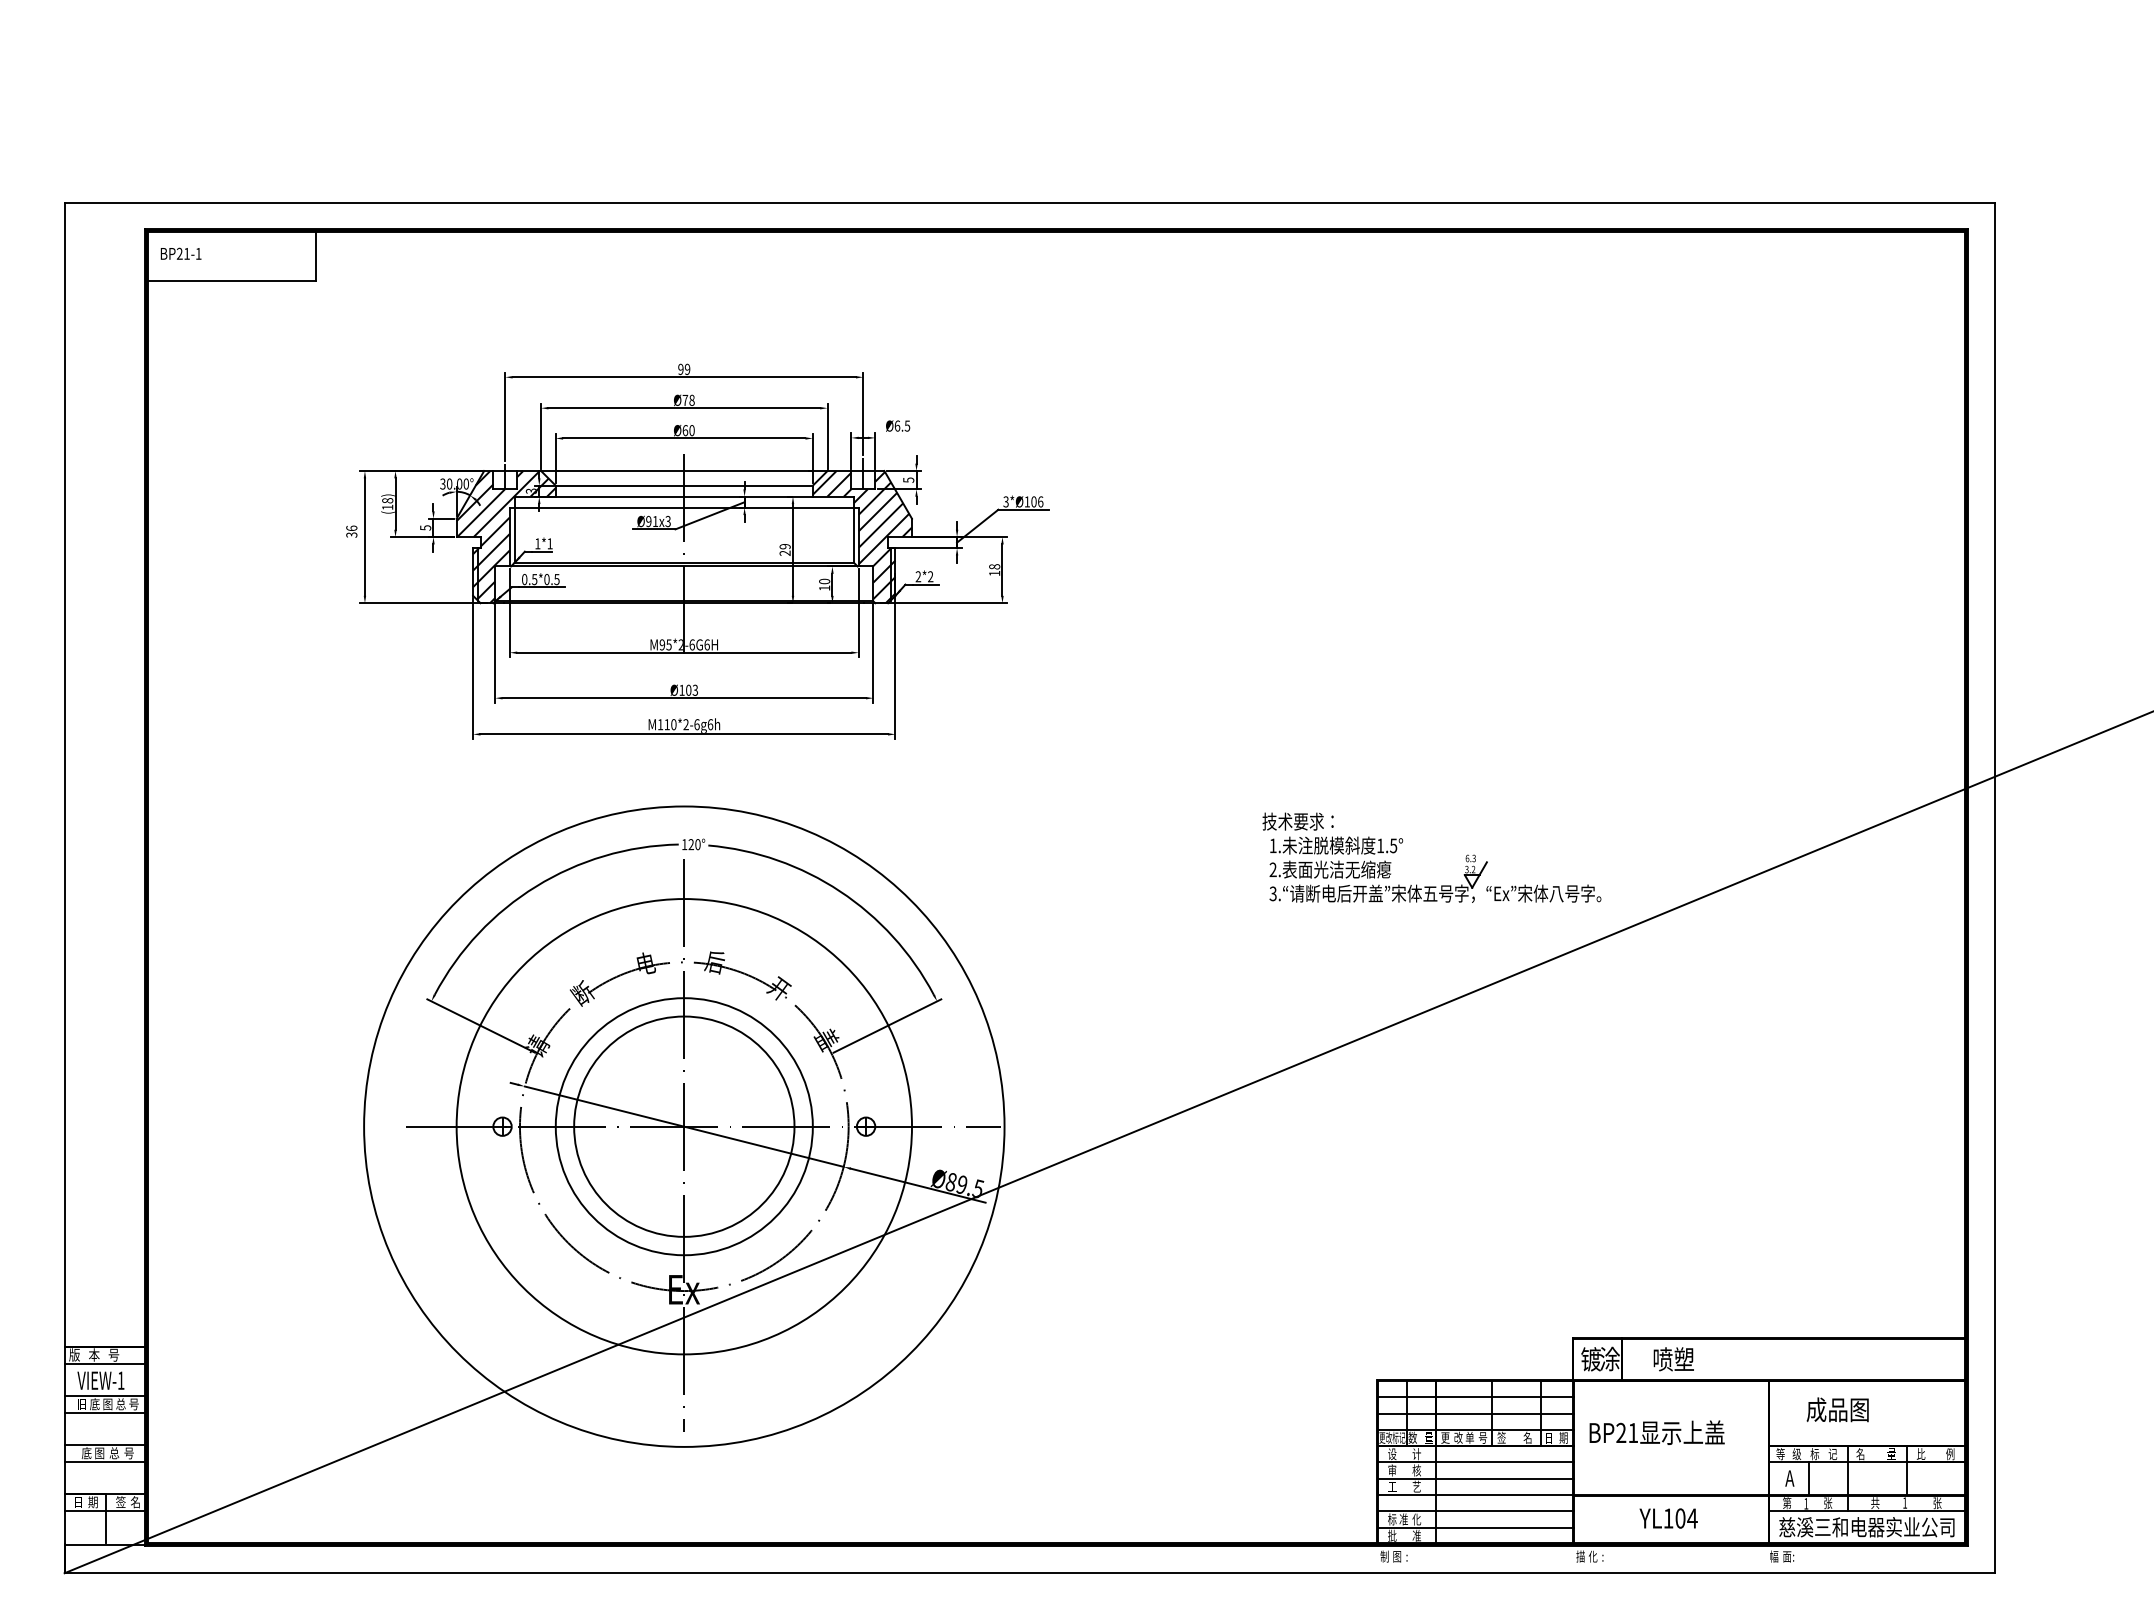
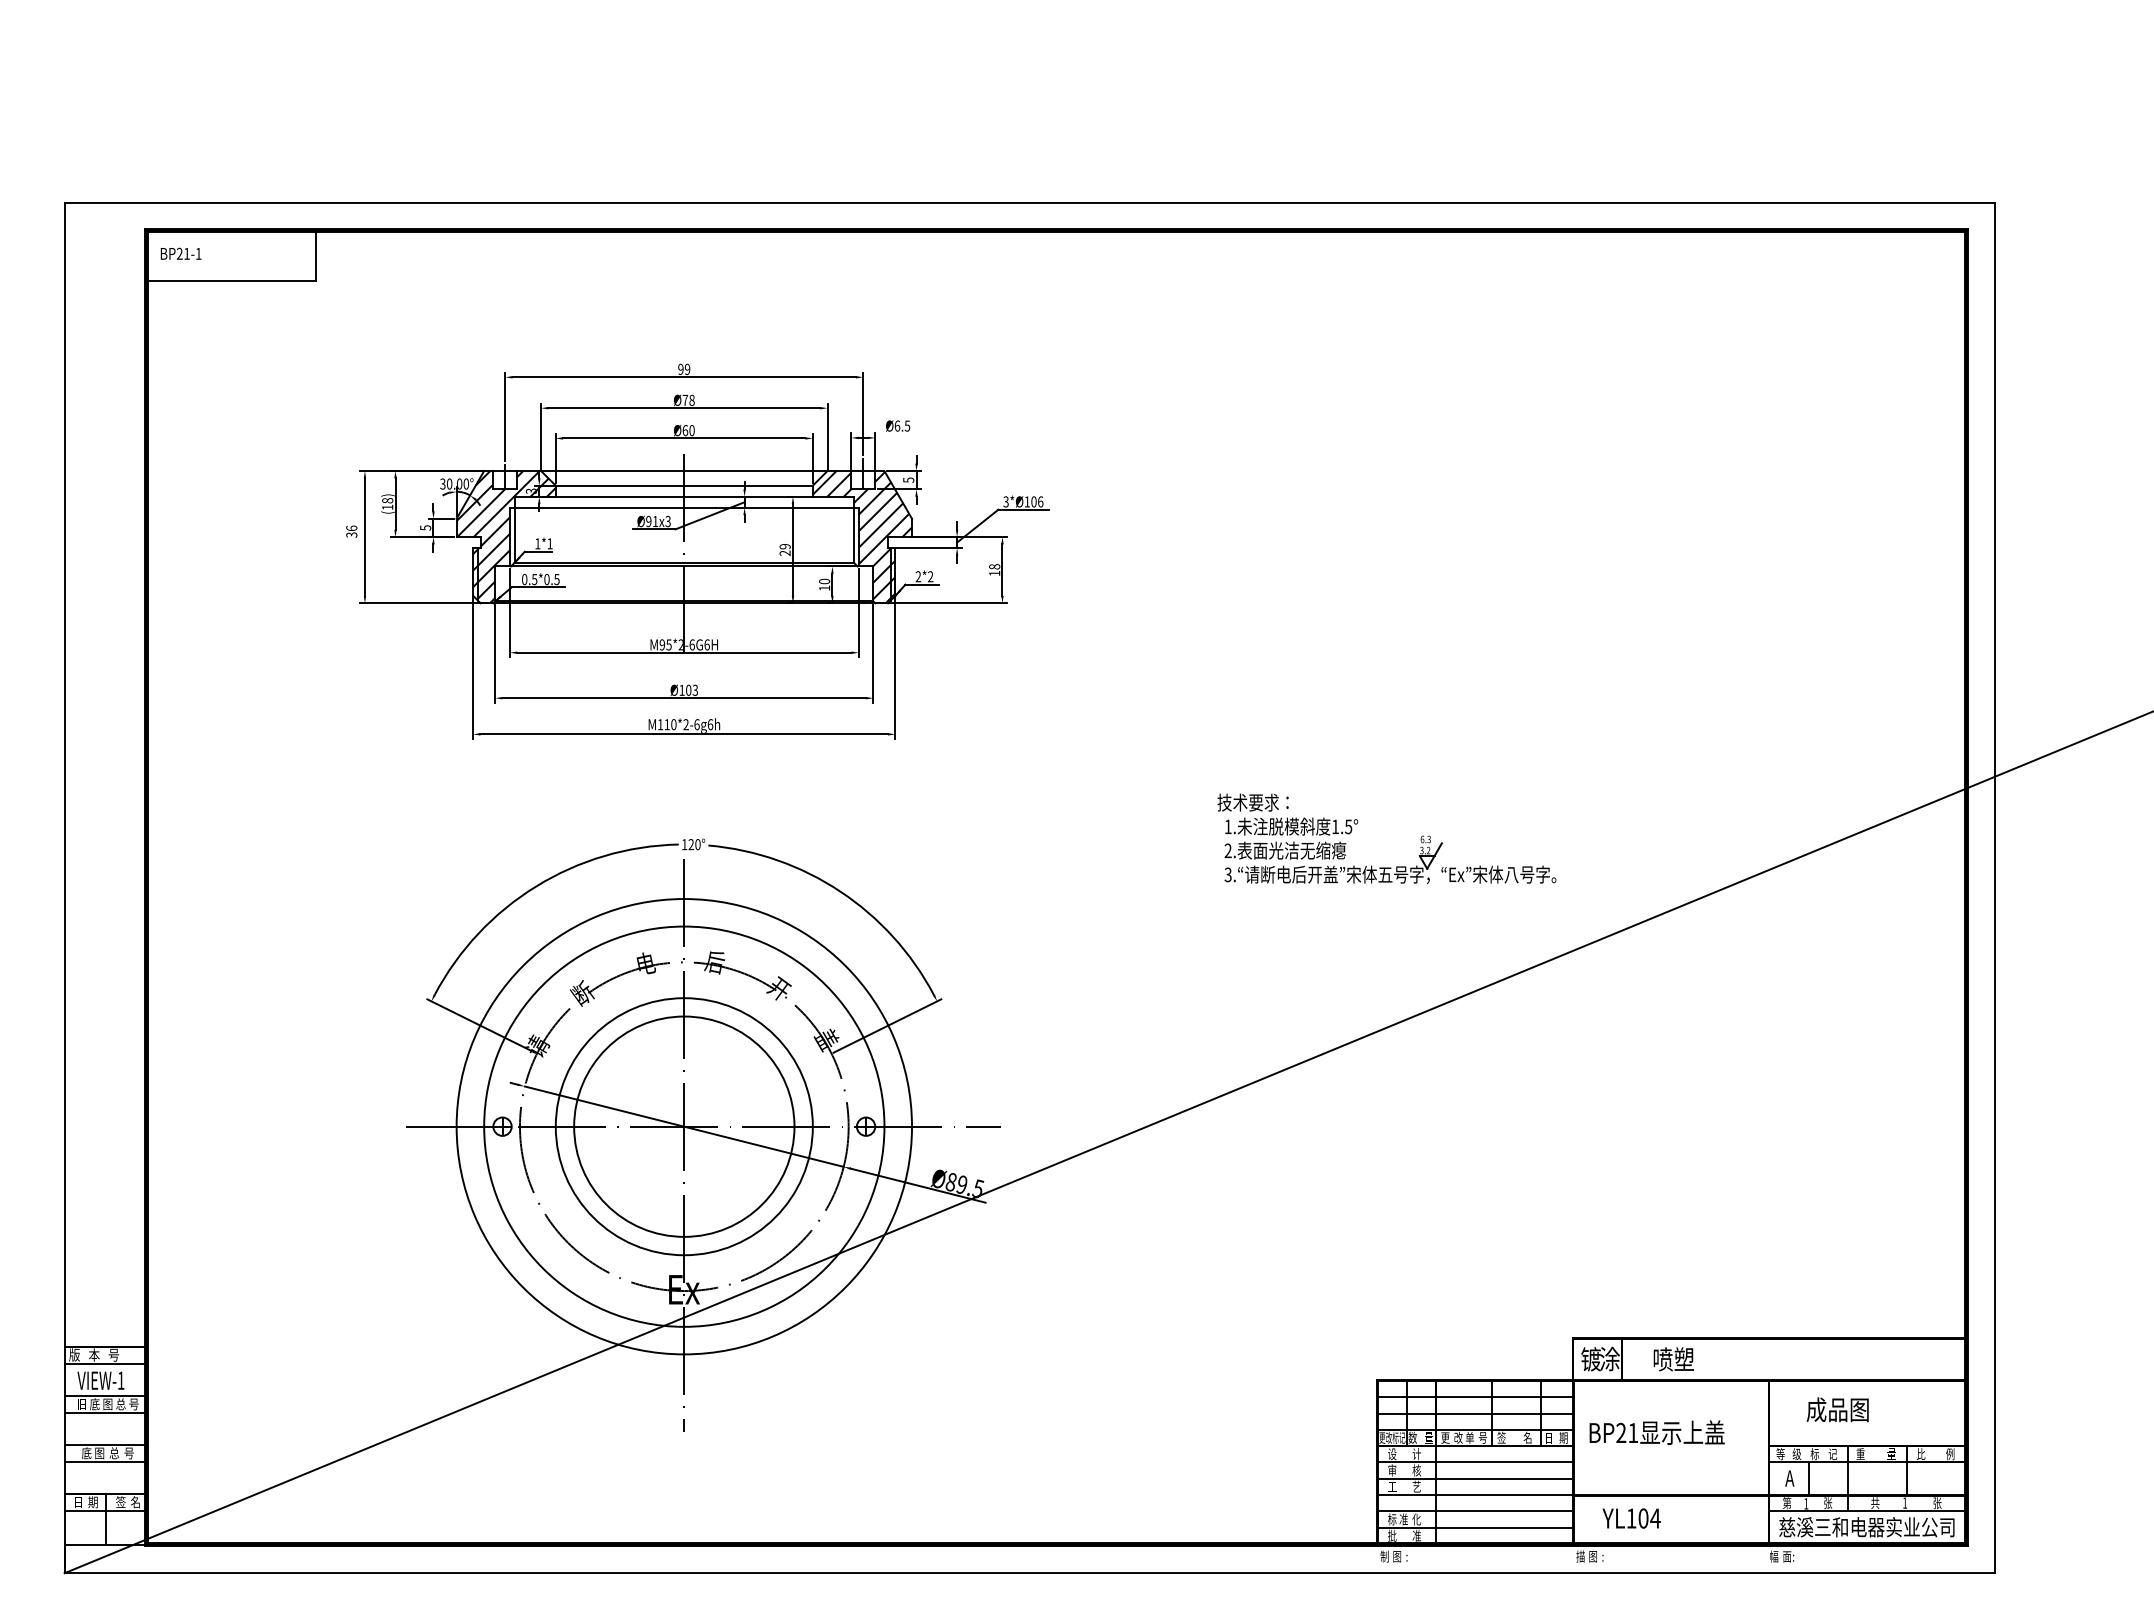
part at (1431, 886) position: (1431, 886) -> (1386, 867)
circle at (684, 1126) diameter: 640 px -> 400 px
text at (1860, 1454): 名 -> 重
text at (1668, 1518) position: (1668, 1518) -> (1631, 1518)
text at (1592, 1556): 化 -> 图
